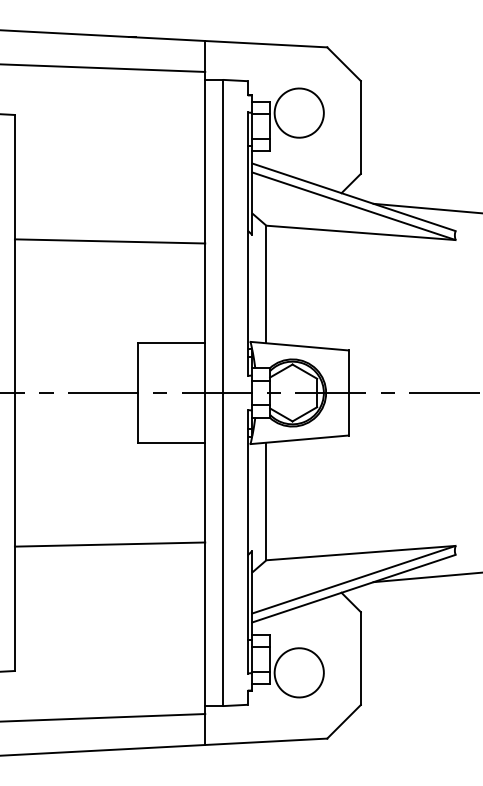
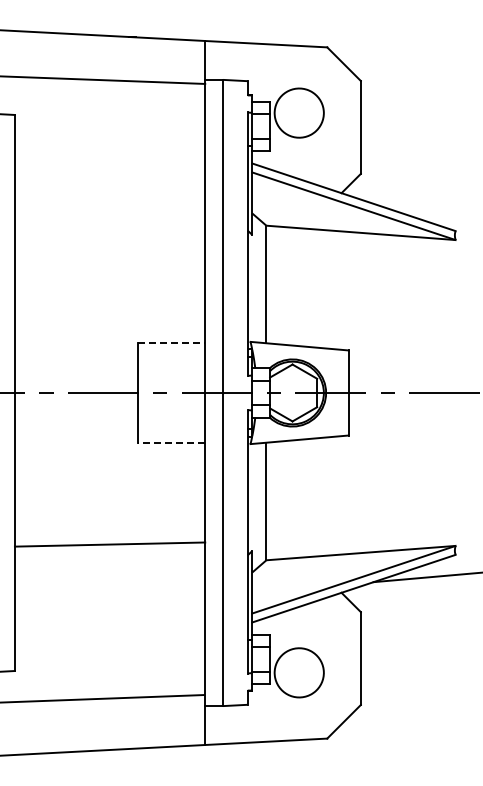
line at (103, 67) position: (103, 67) -> (103, 79)
line at (426, 208): present -> none
line at (109, 241): present -> none
line at (171, 342): solid -> dashed
line at (171, 443): solid -> dashed
line at (103, 717) position: (103, 717) -> (103, 698)
